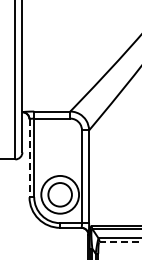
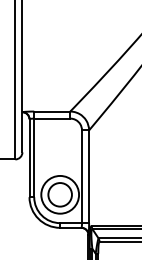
line at (29, 158): dashed -> solid
line at (120, 242): dashed -> solid
